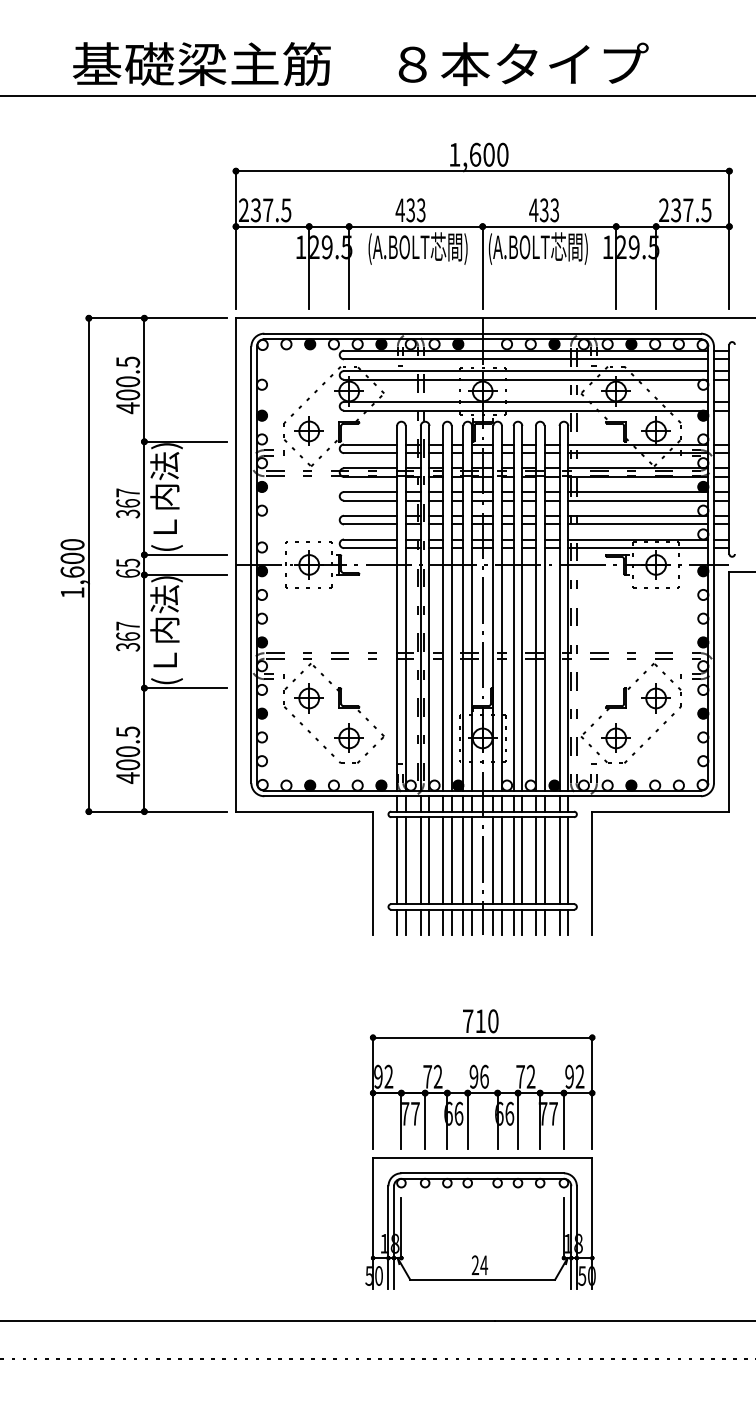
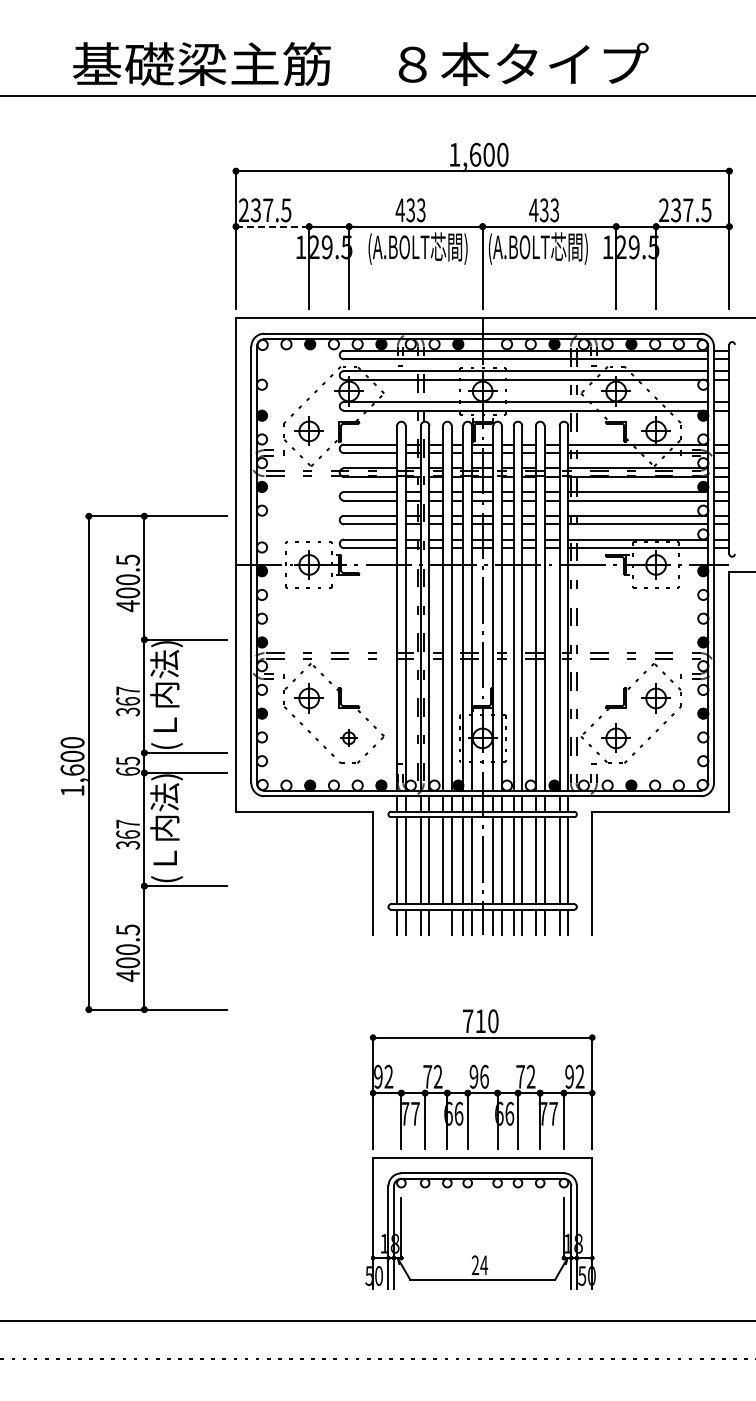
line at (272, 226): solid -> dashed
part at (143, 564) position: (143, 564) -> (143, 762)
part at (348, 737) size: 30x30 px -> 18x18 px
line at (443, 922): present -> none
